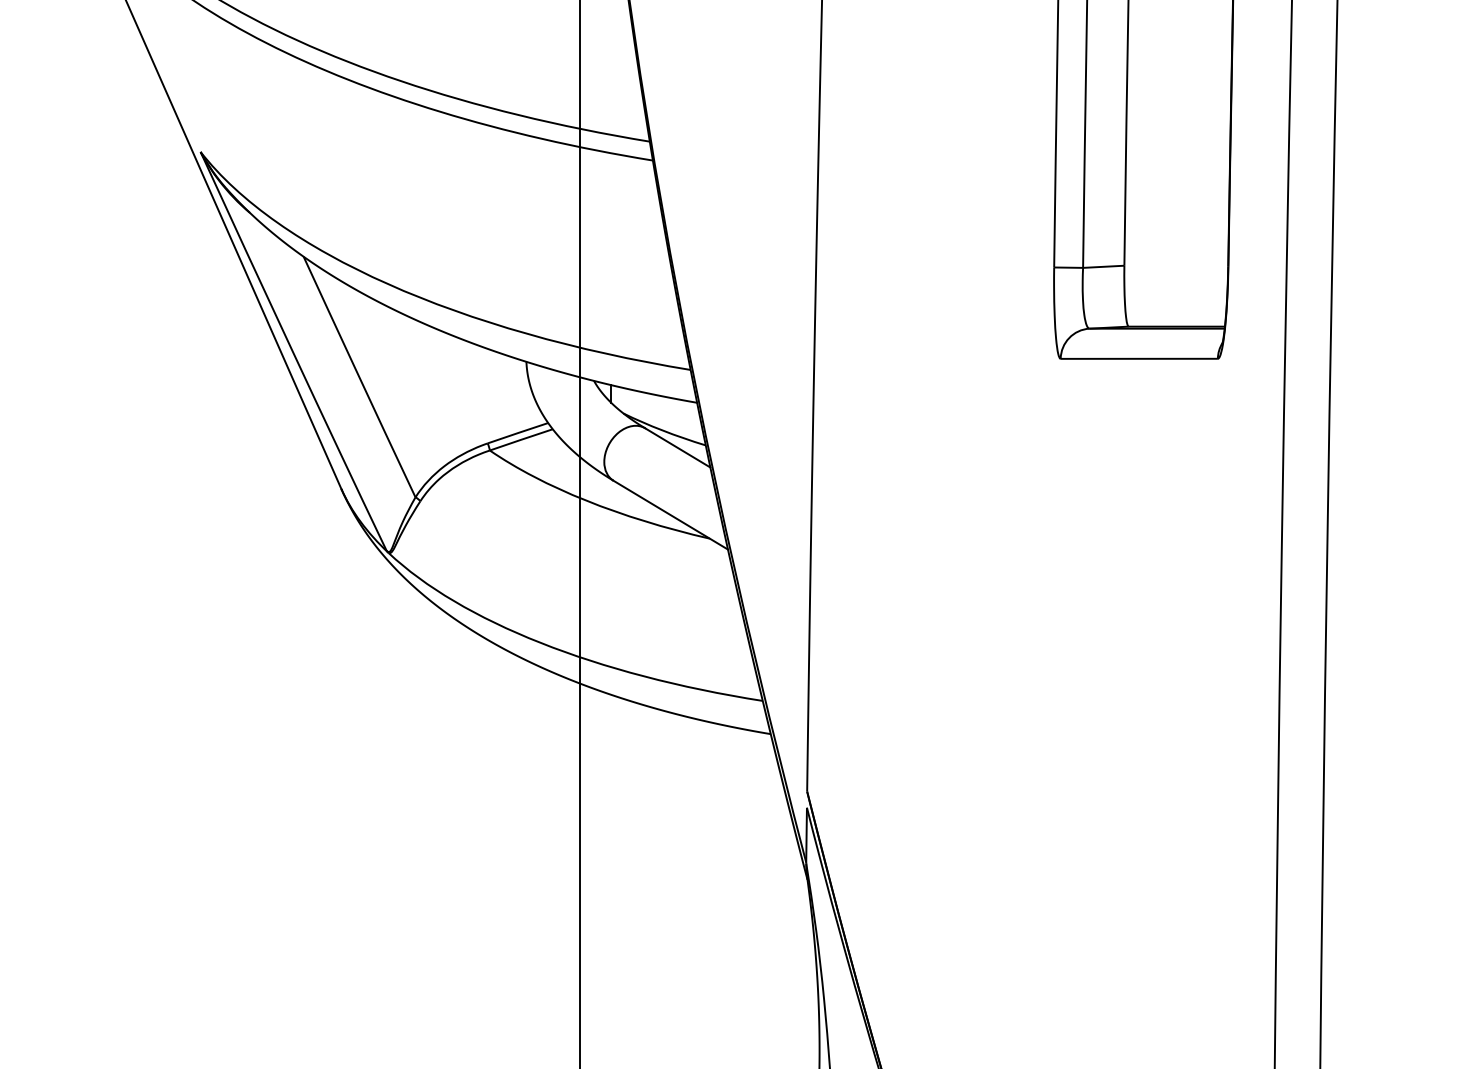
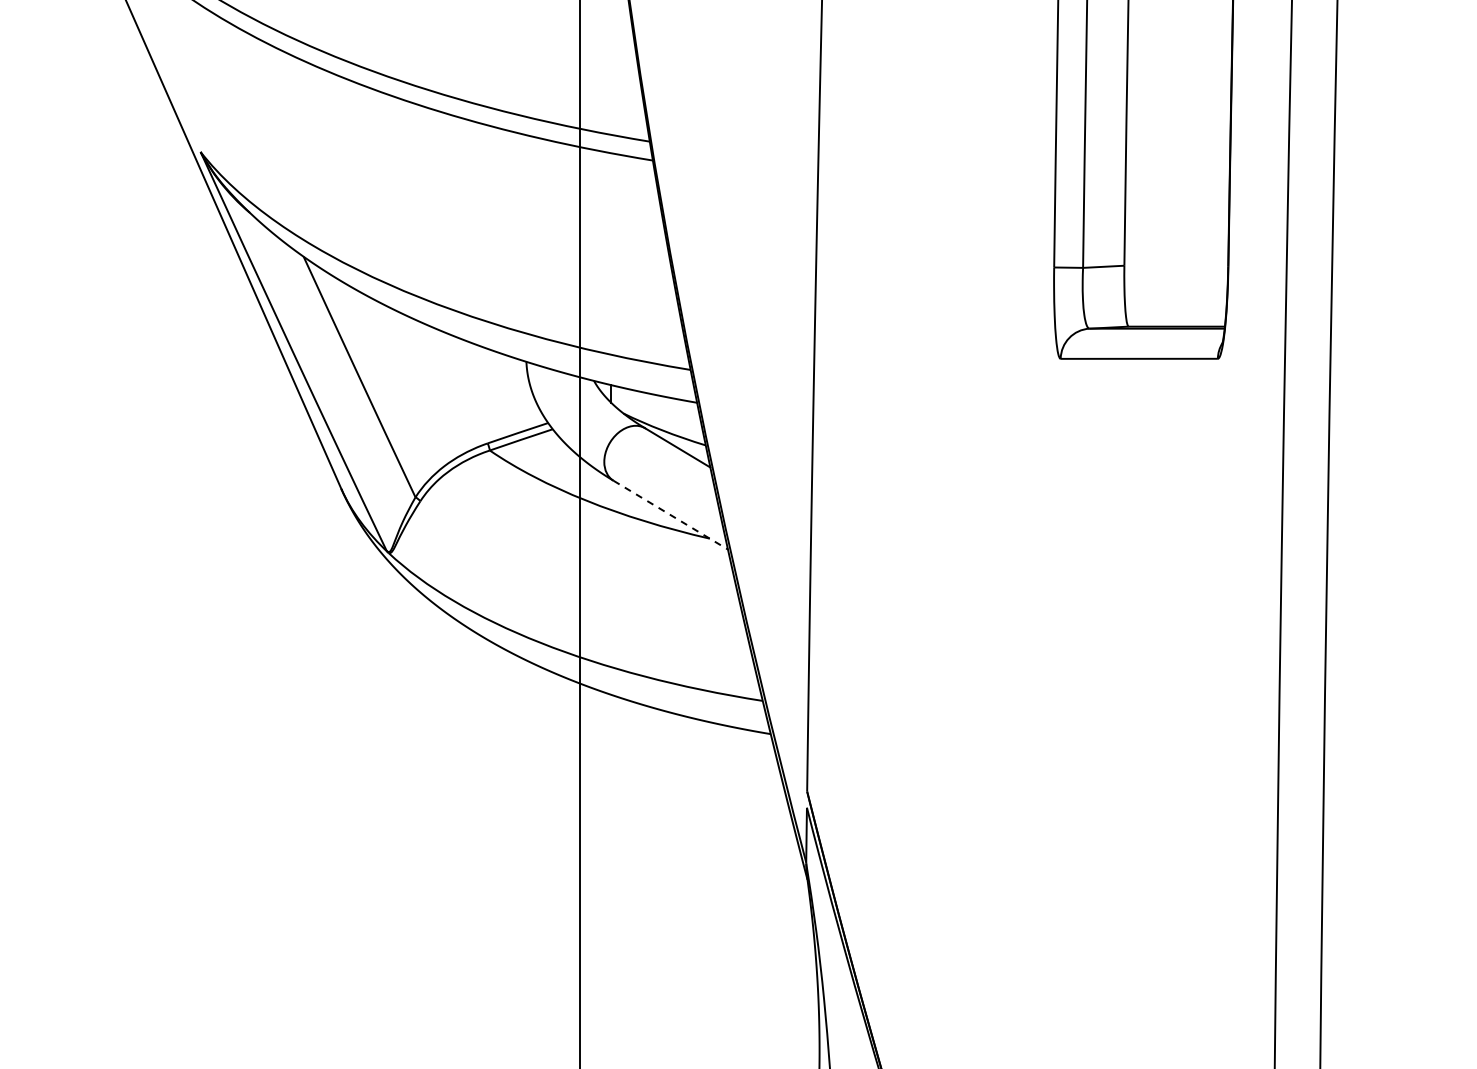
line at (670, 515): solid -> dashed
